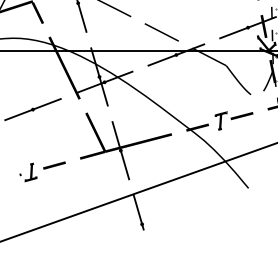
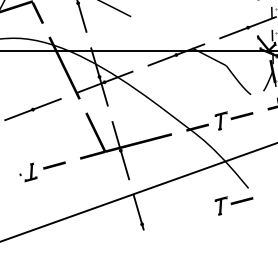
fill at (263, 26): present -> none
fill at (161, 32): present -> none
part at (233, 205): none -> present
